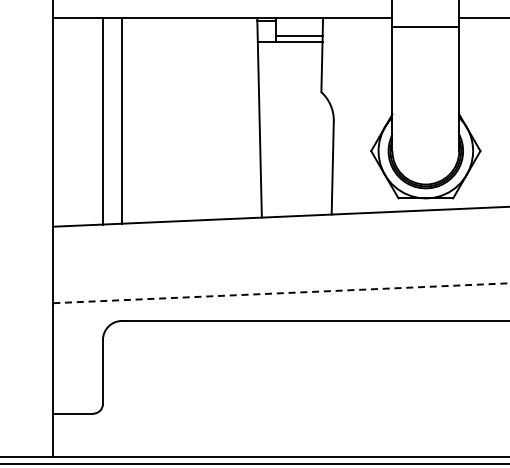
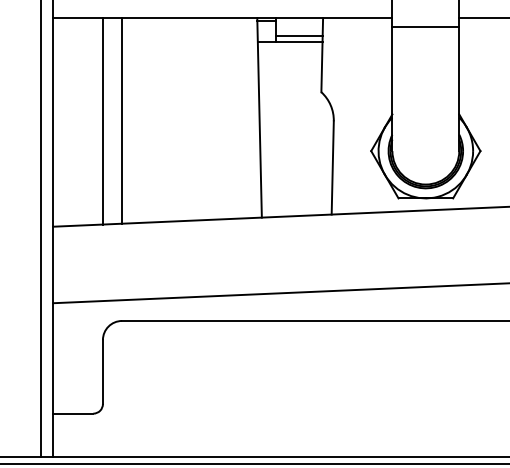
line at (41, 229): none -> present
line at (281, 293): dashed -> solid
